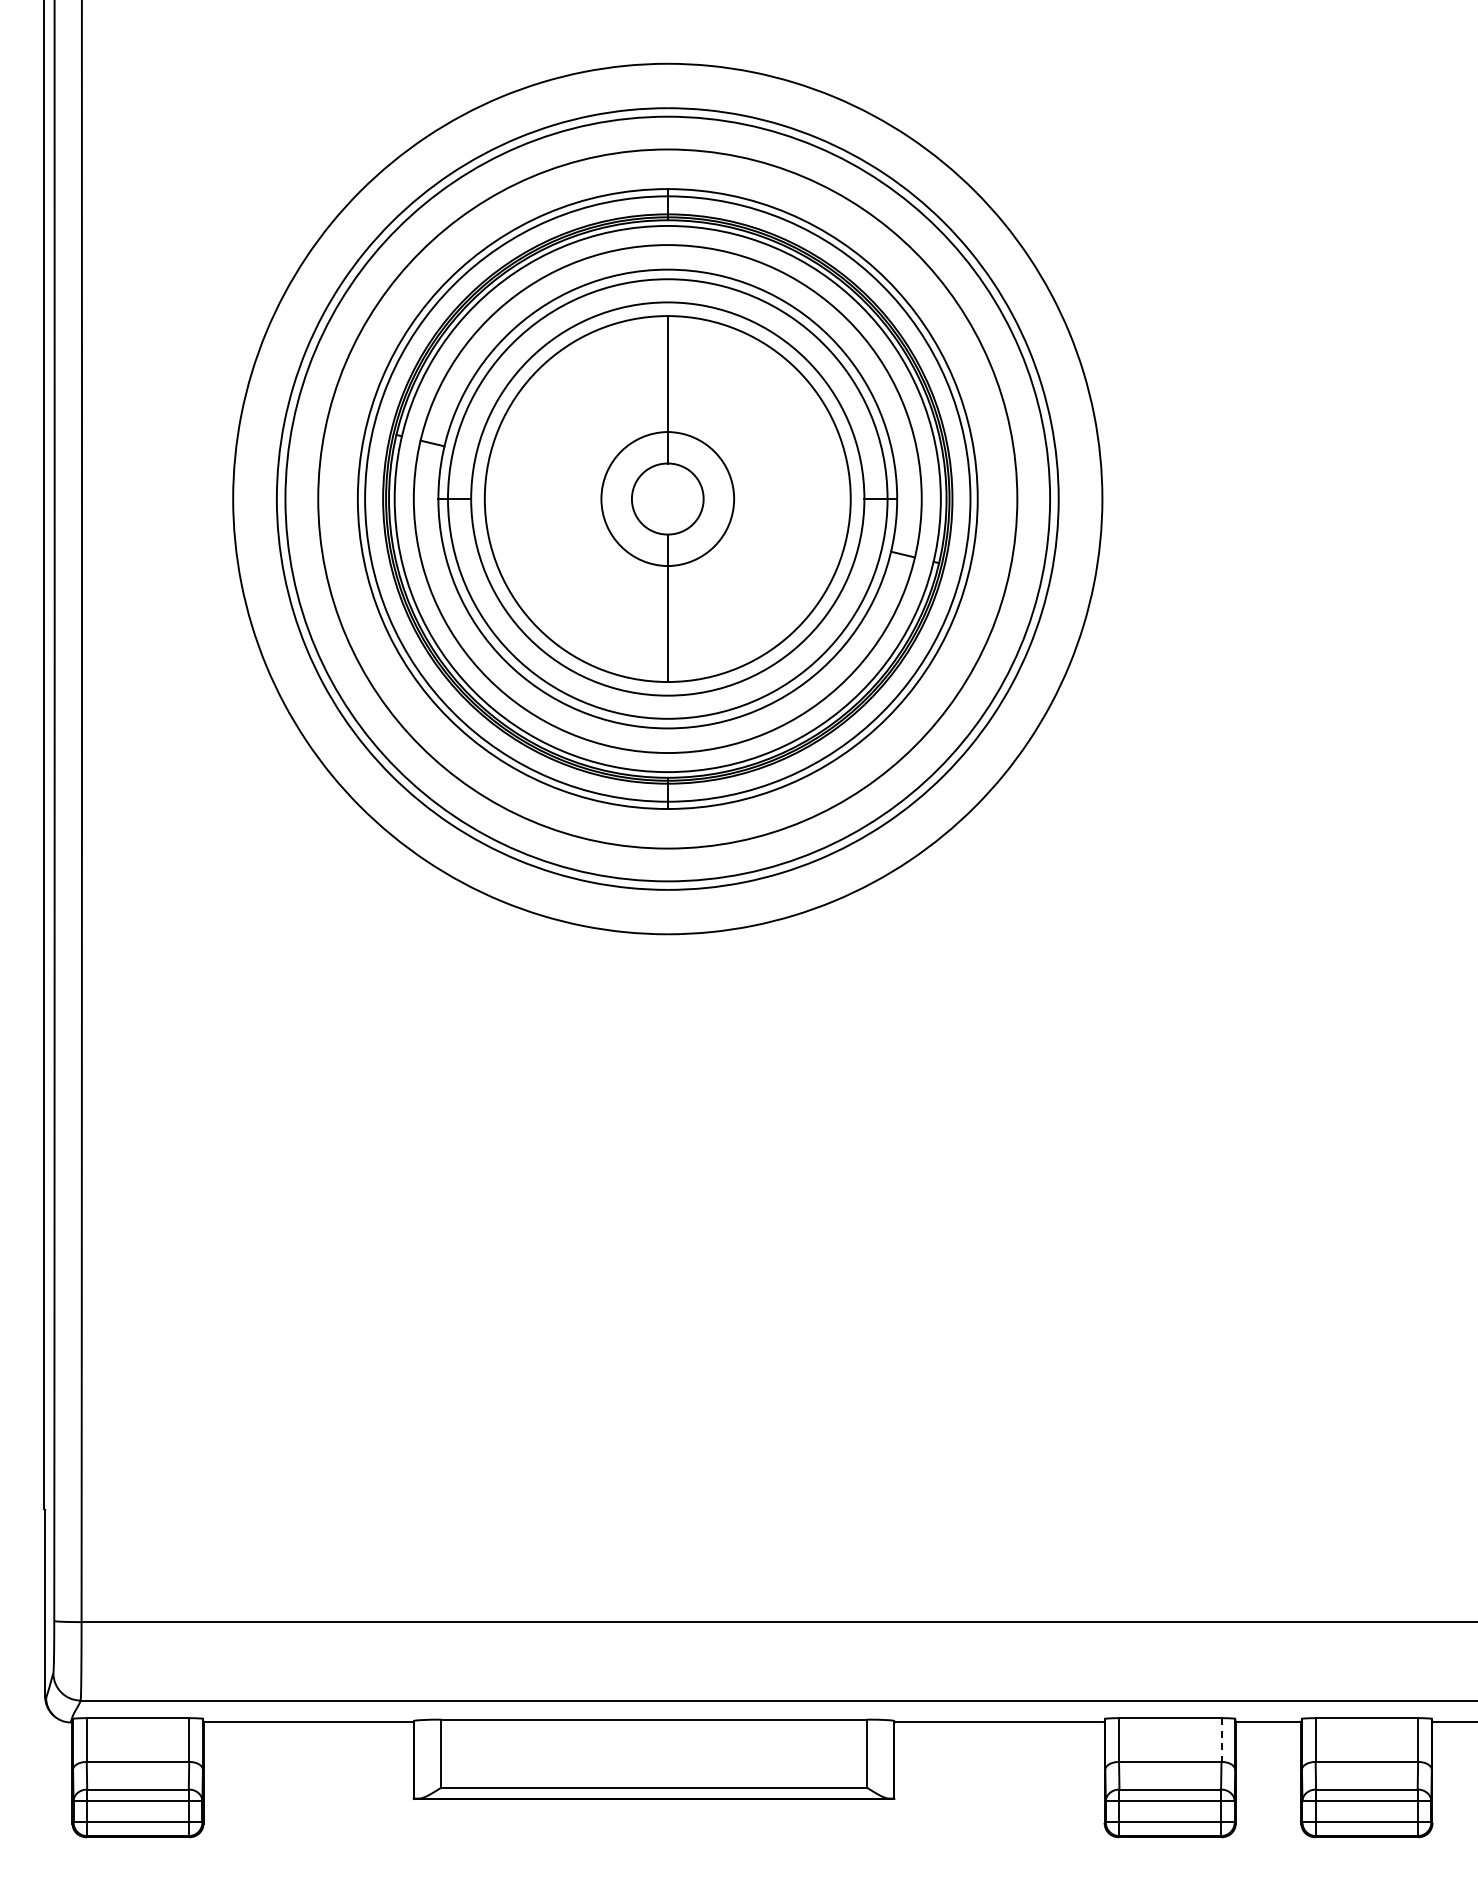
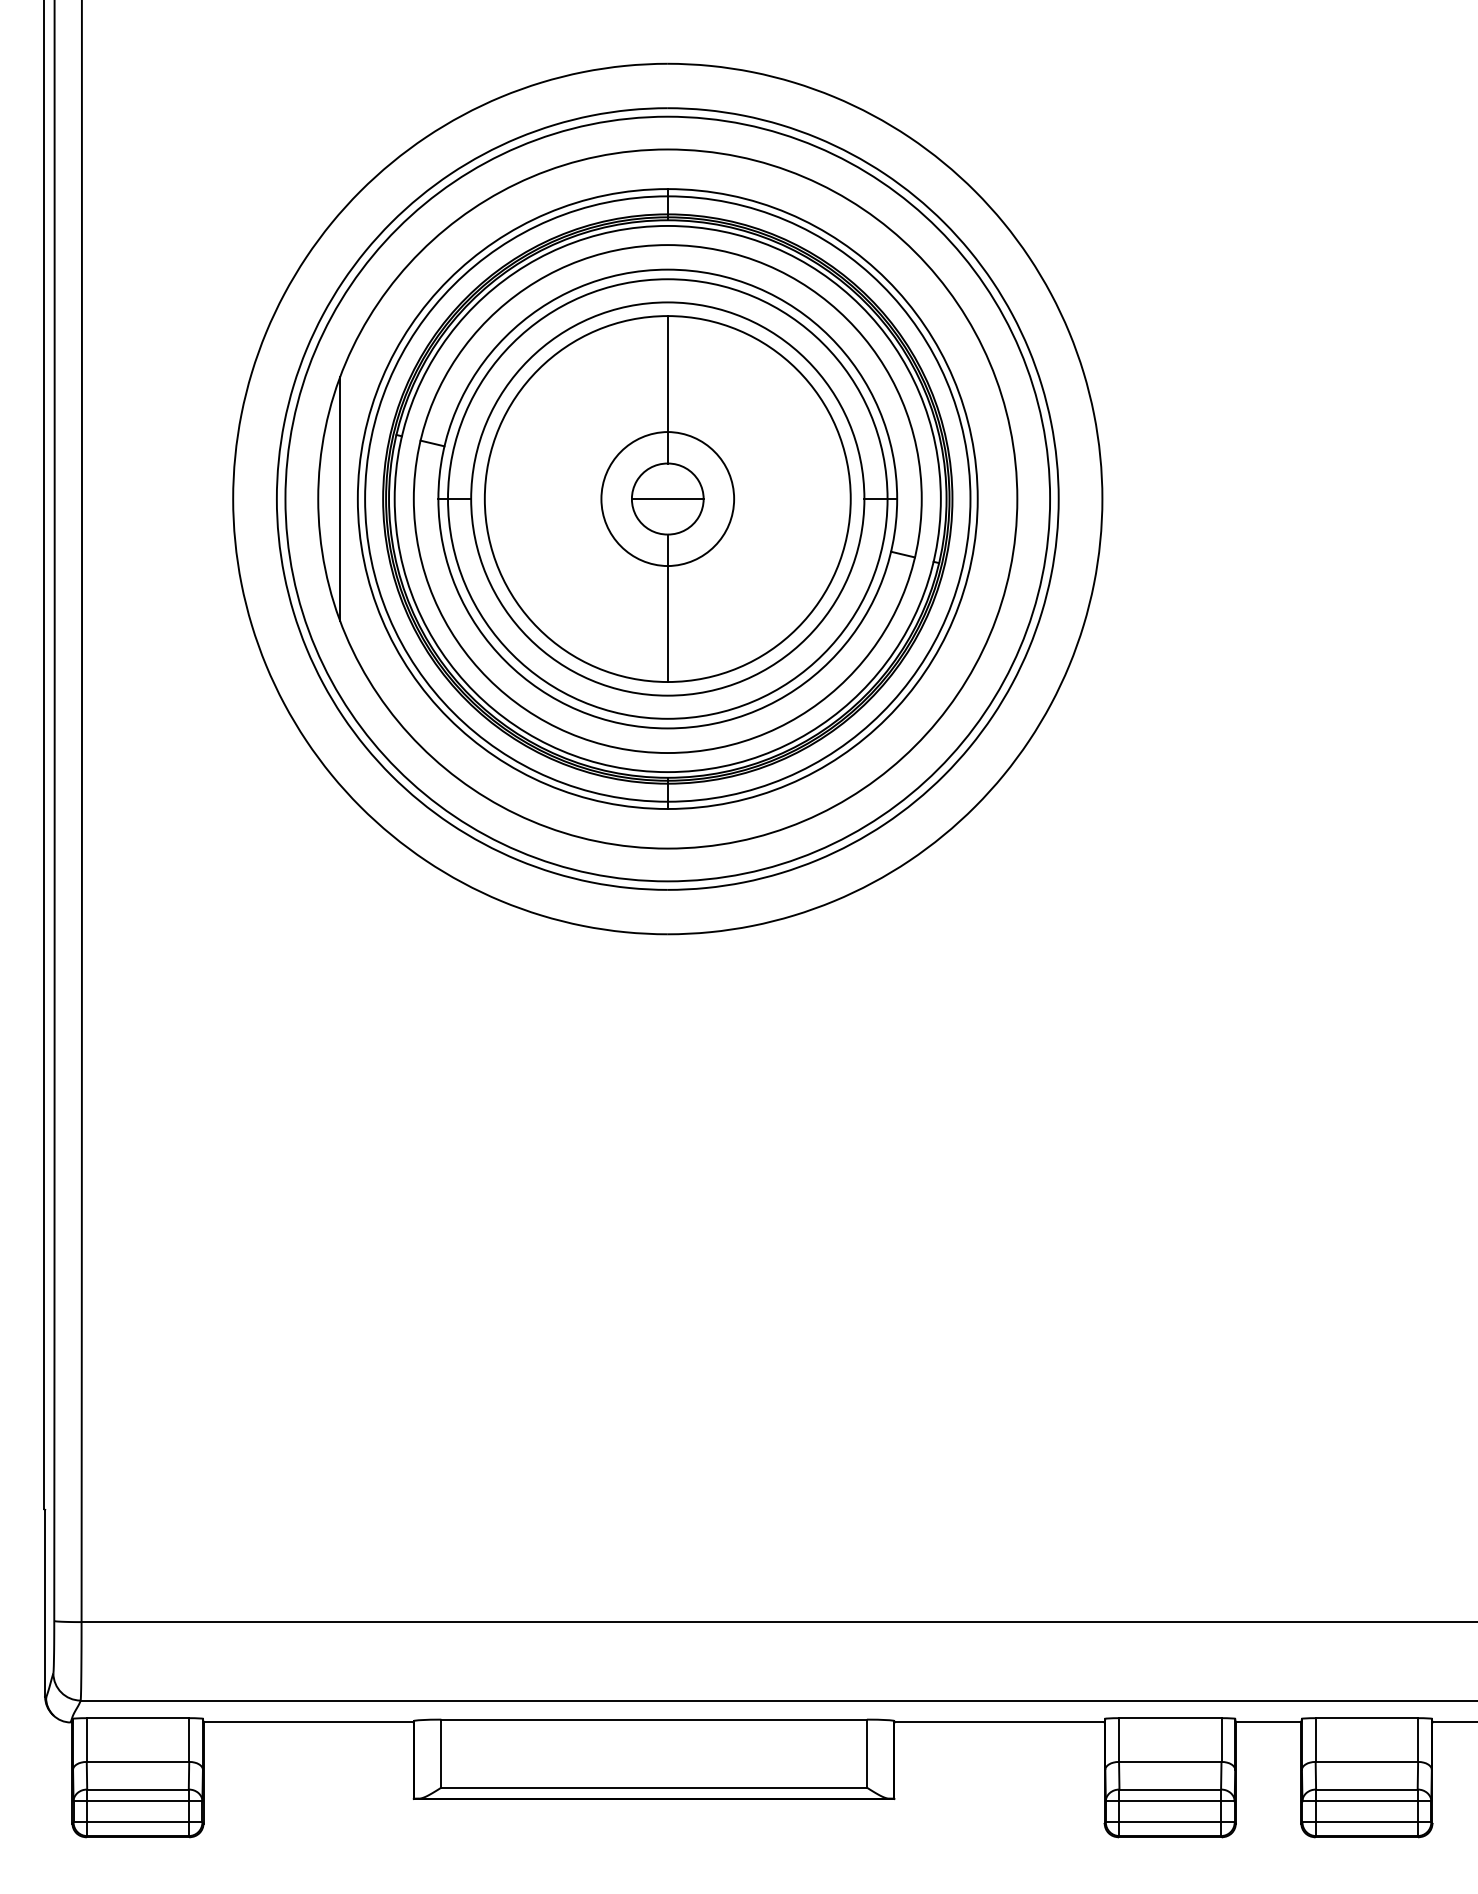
line at (340, 498): none -> present
line at (667, 499): none -> present
line at (1221, 1740): dashed -> solid
